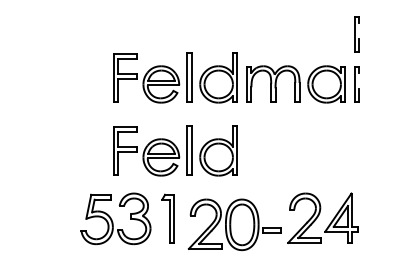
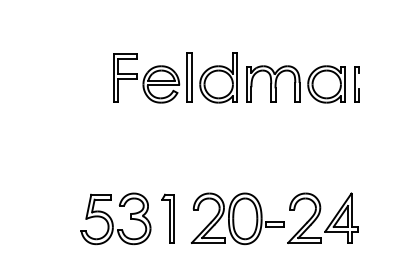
part at (356, 34): present -> none
part at (175, 150): present -> none
part at (234, 224) position: (234, 224) -> (237, 218)
